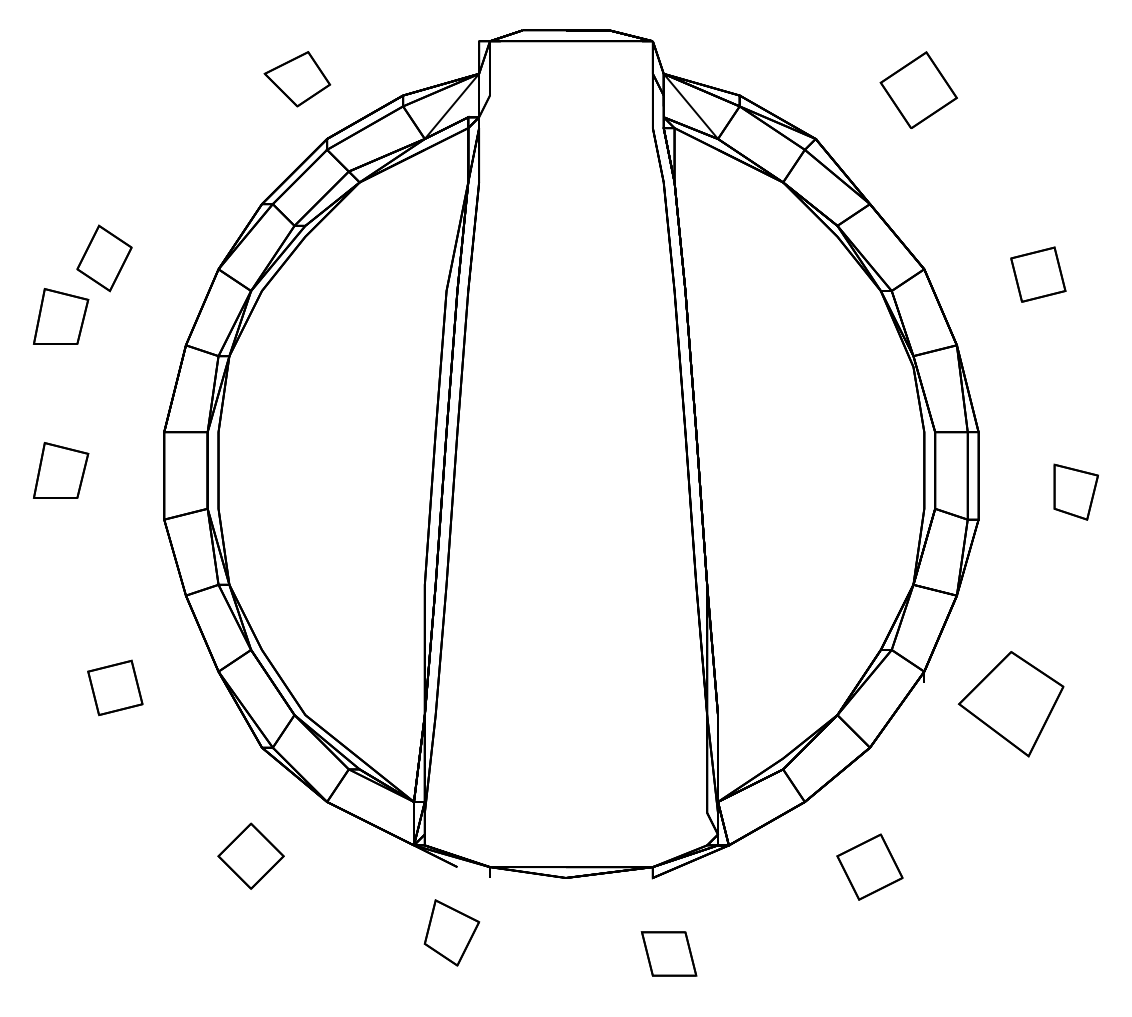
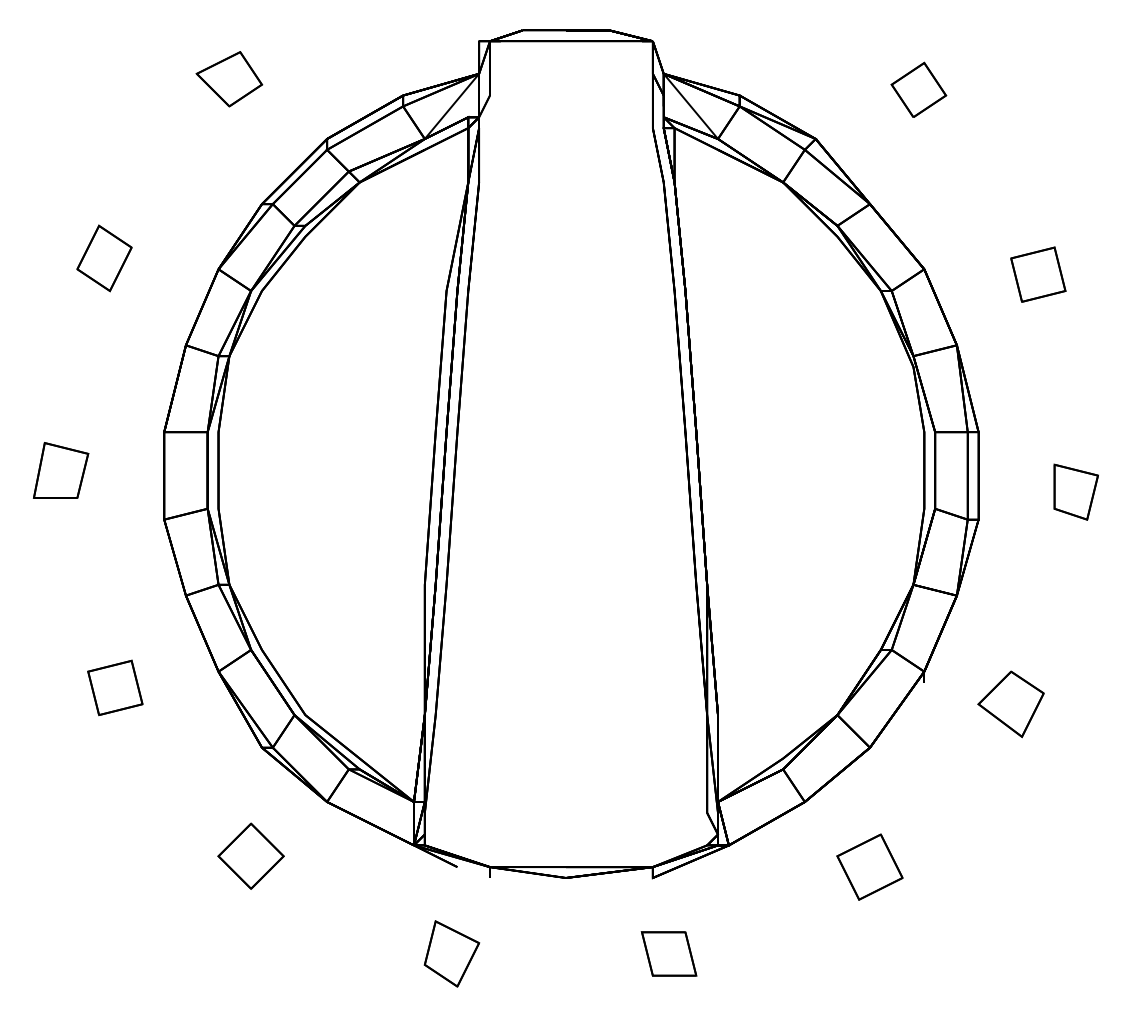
part at (297, 79) position: (297, 79) -> (229, 79)
part at (918, 89) size: 79x78 px -> 58x57 px
part at (61, 316): present -> none
part at (1010, 704) size: 108x107 px -> 68x69 px
part at (451, 932) position: (451, 932) -> (451, 953)
